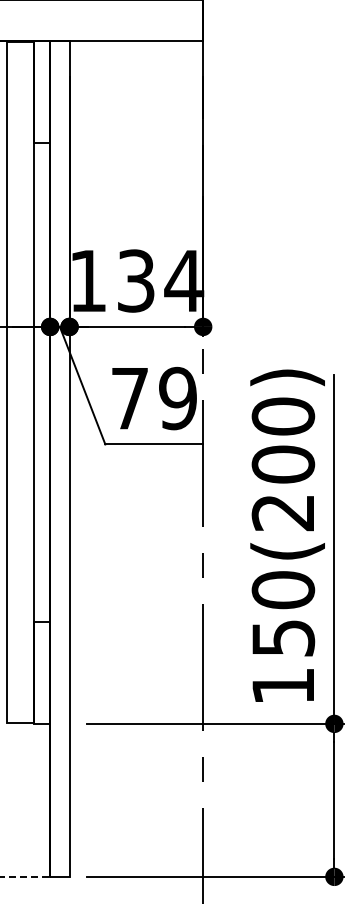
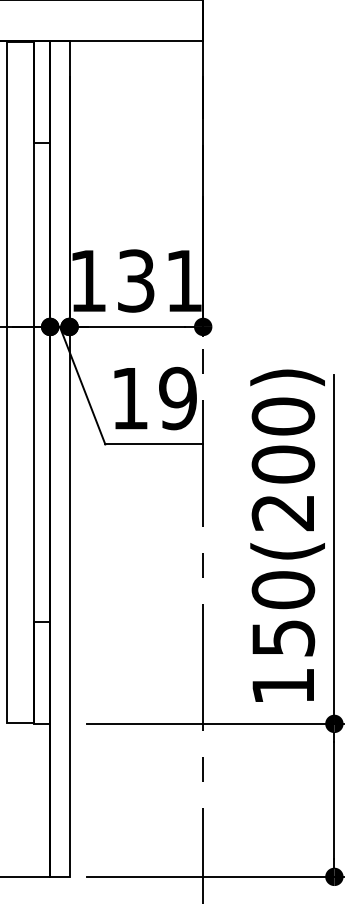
text at (184, 280): 134 -> 131
text at (129, 398): 79 -> 19
line at (25, 876): dashed -> solid
